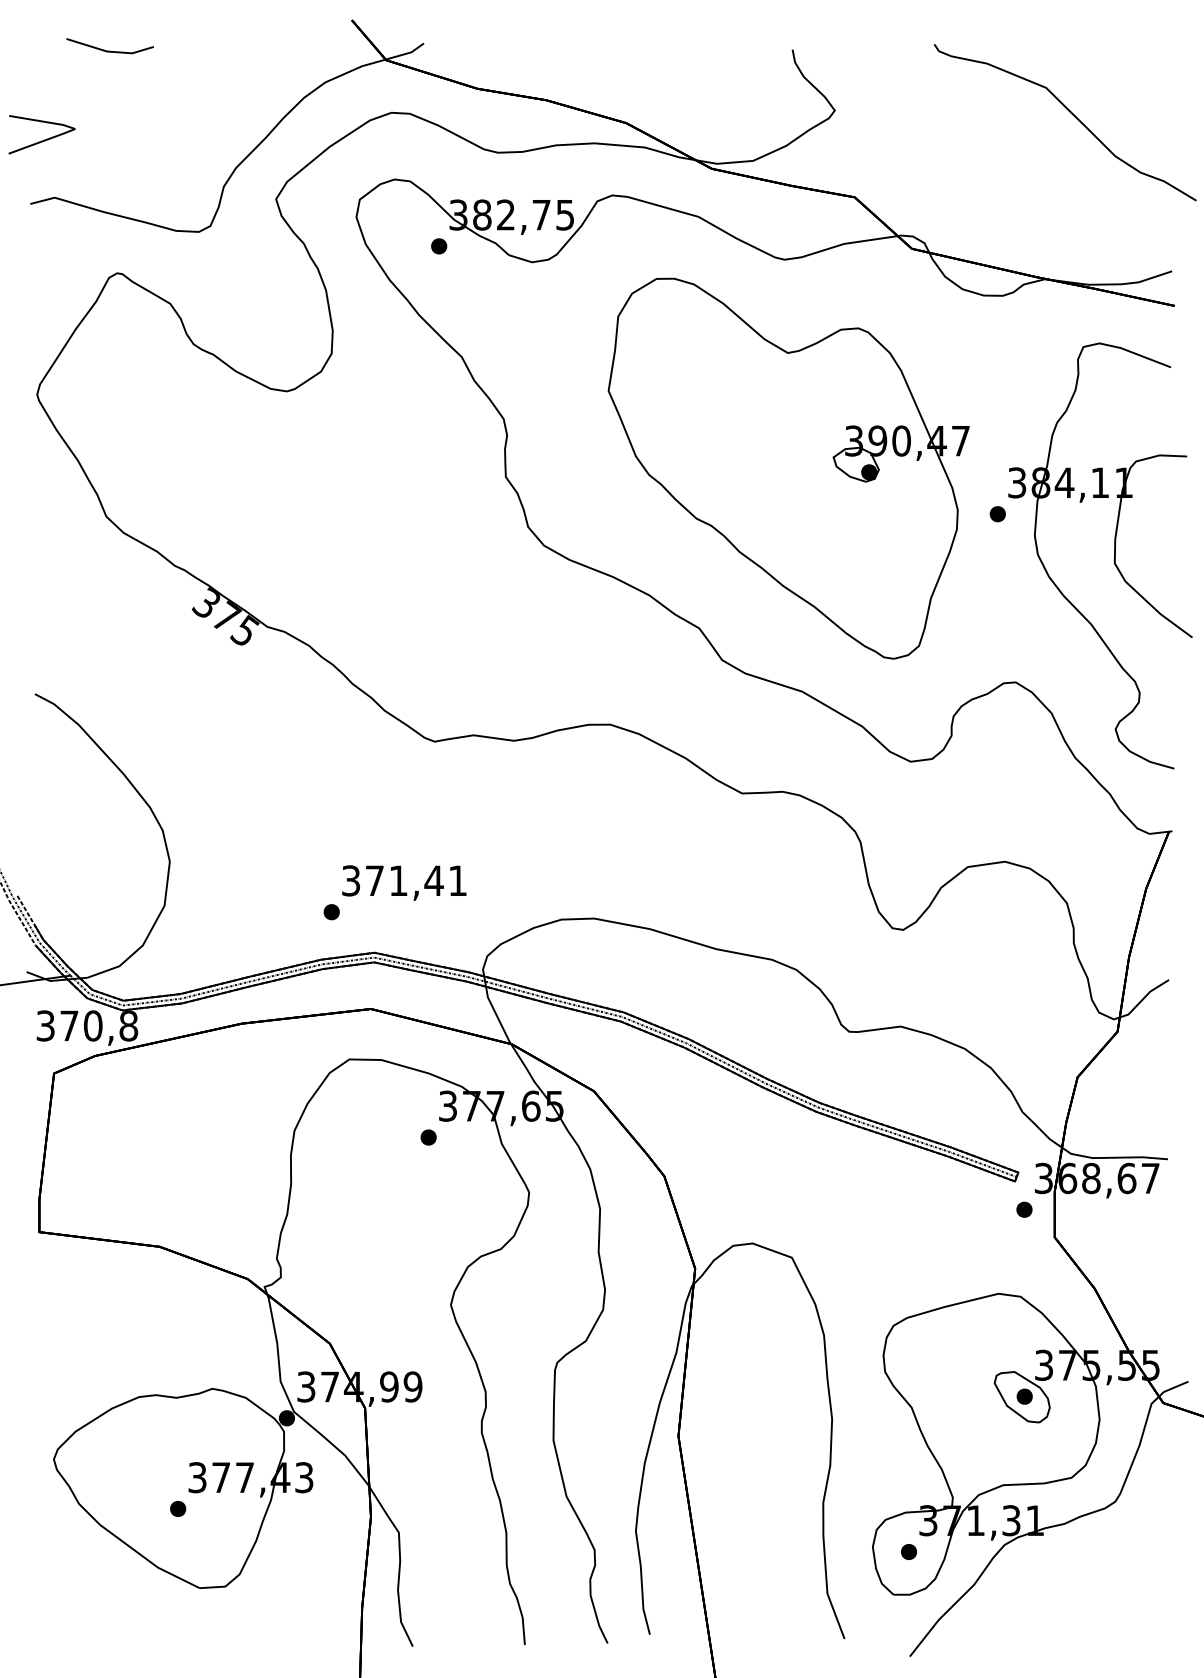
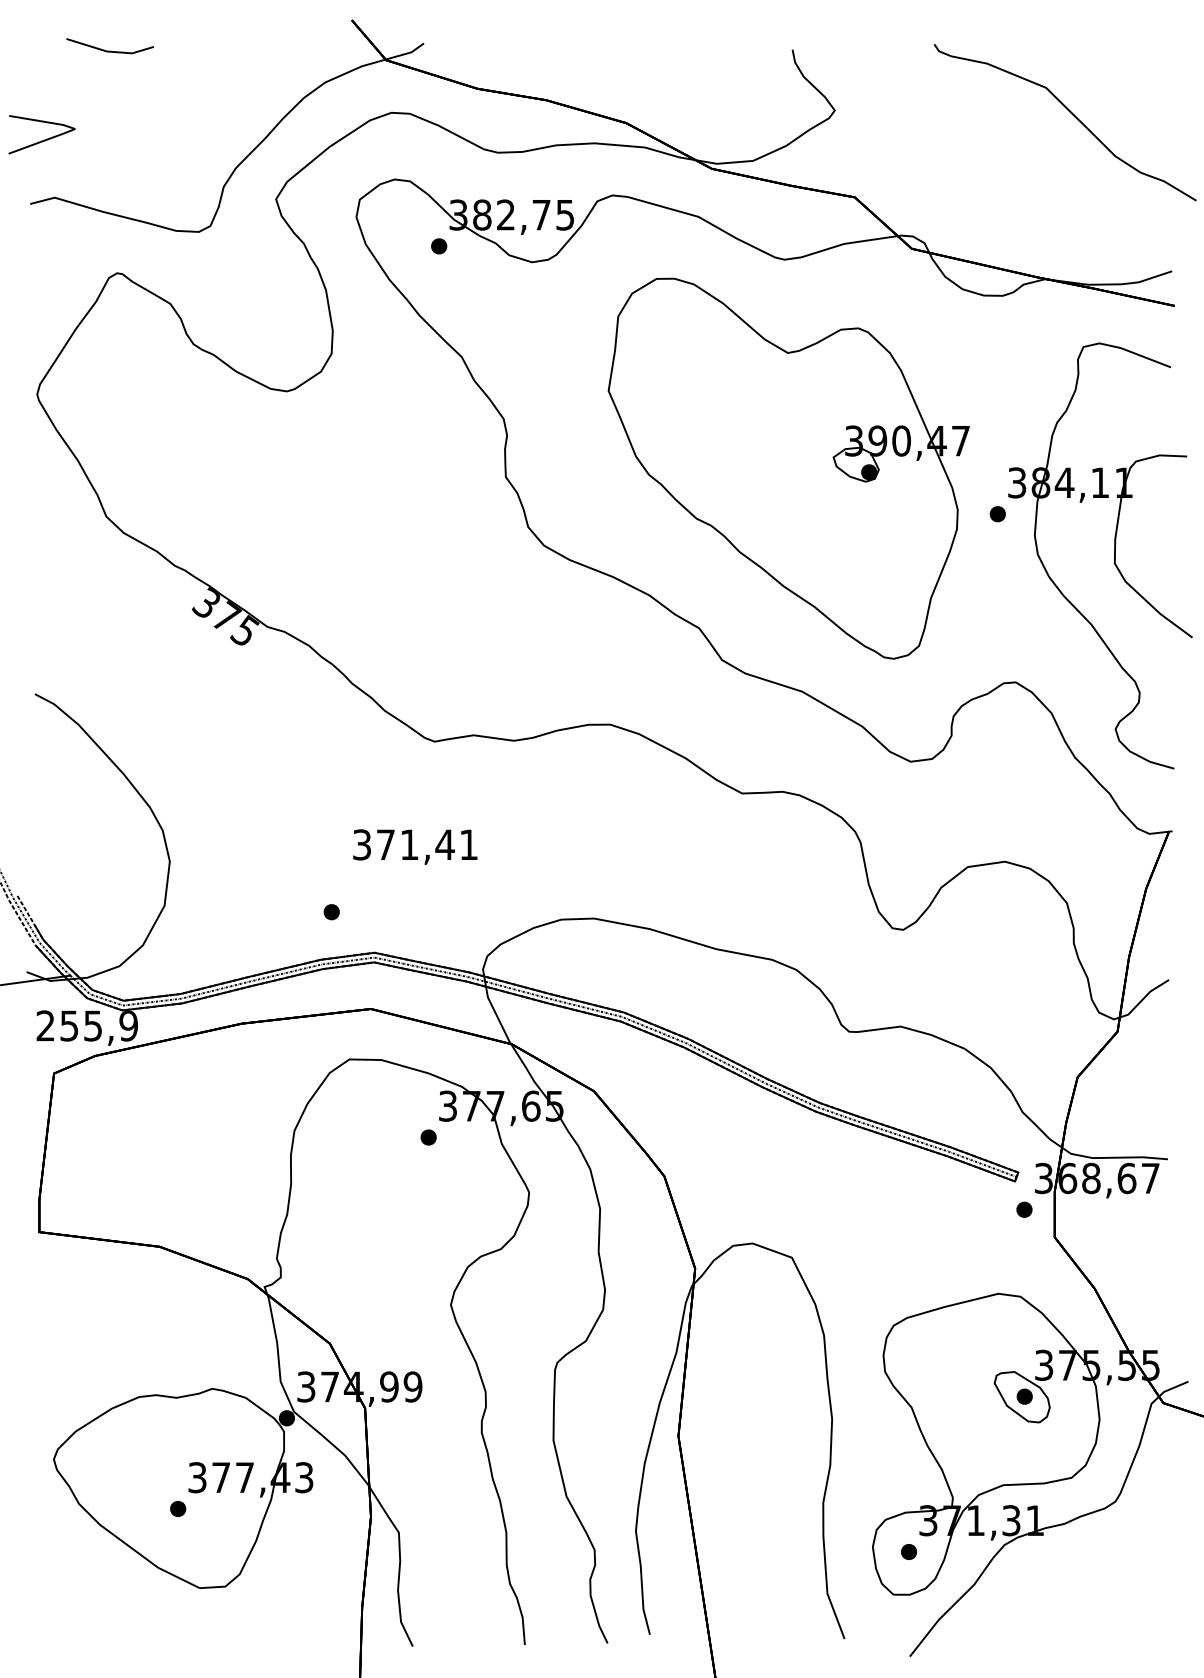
text at (404, 882) position: (404, 882) -> (415, 846)
text at (87, 1025): 370,8 -> 255,9
